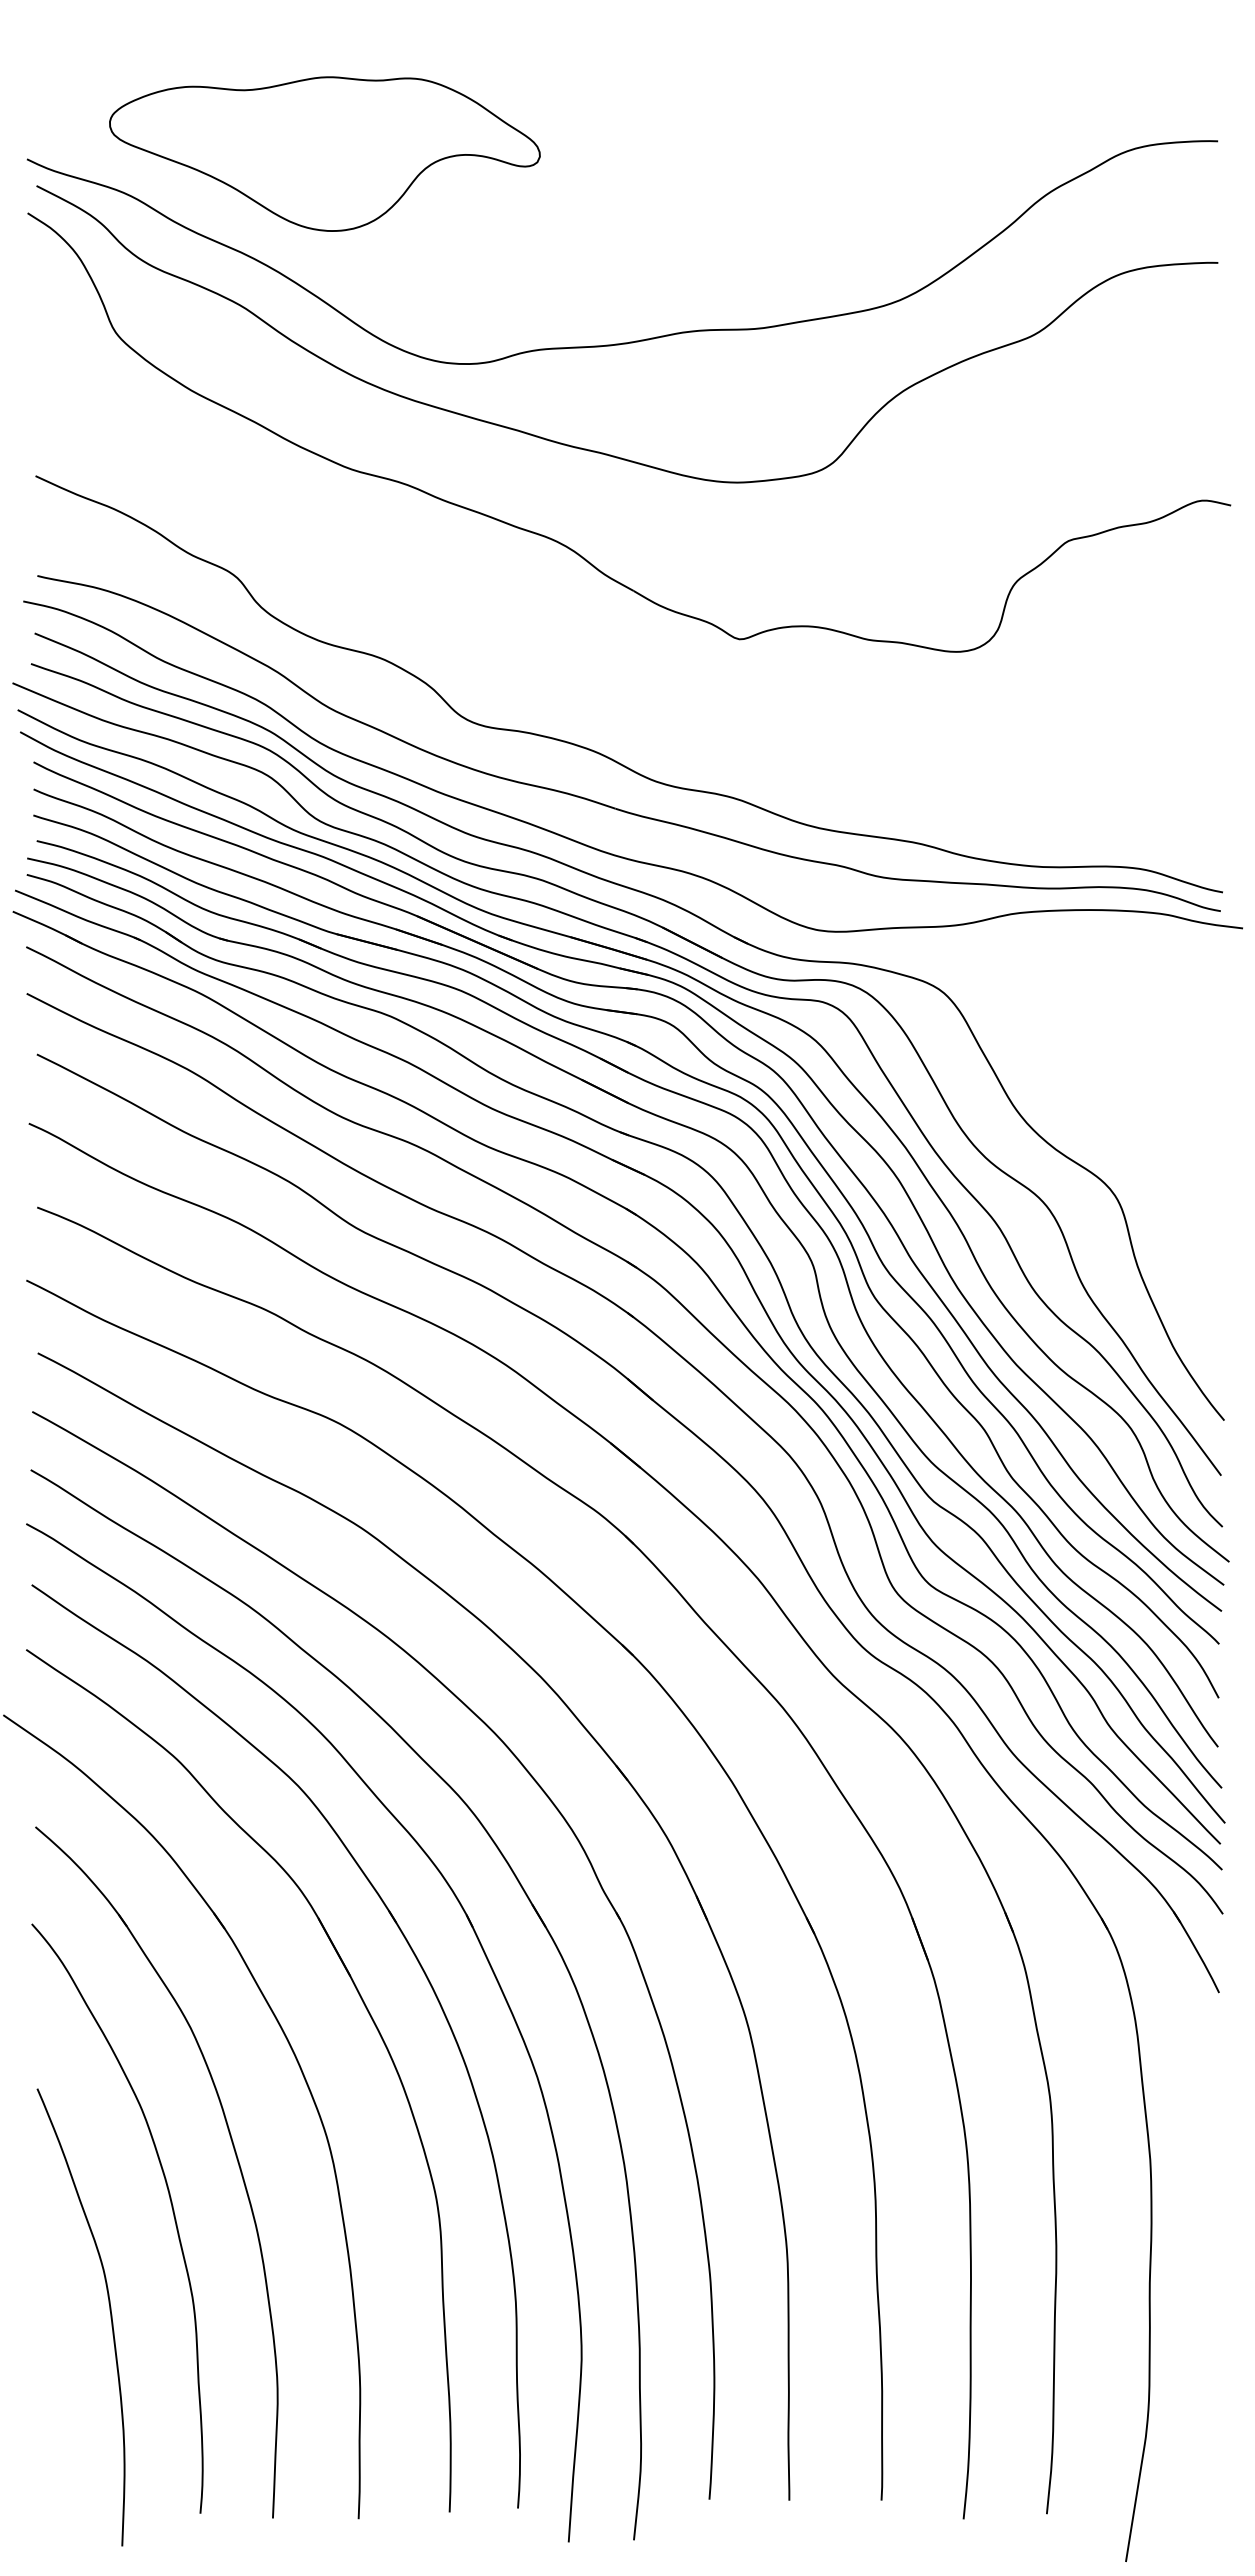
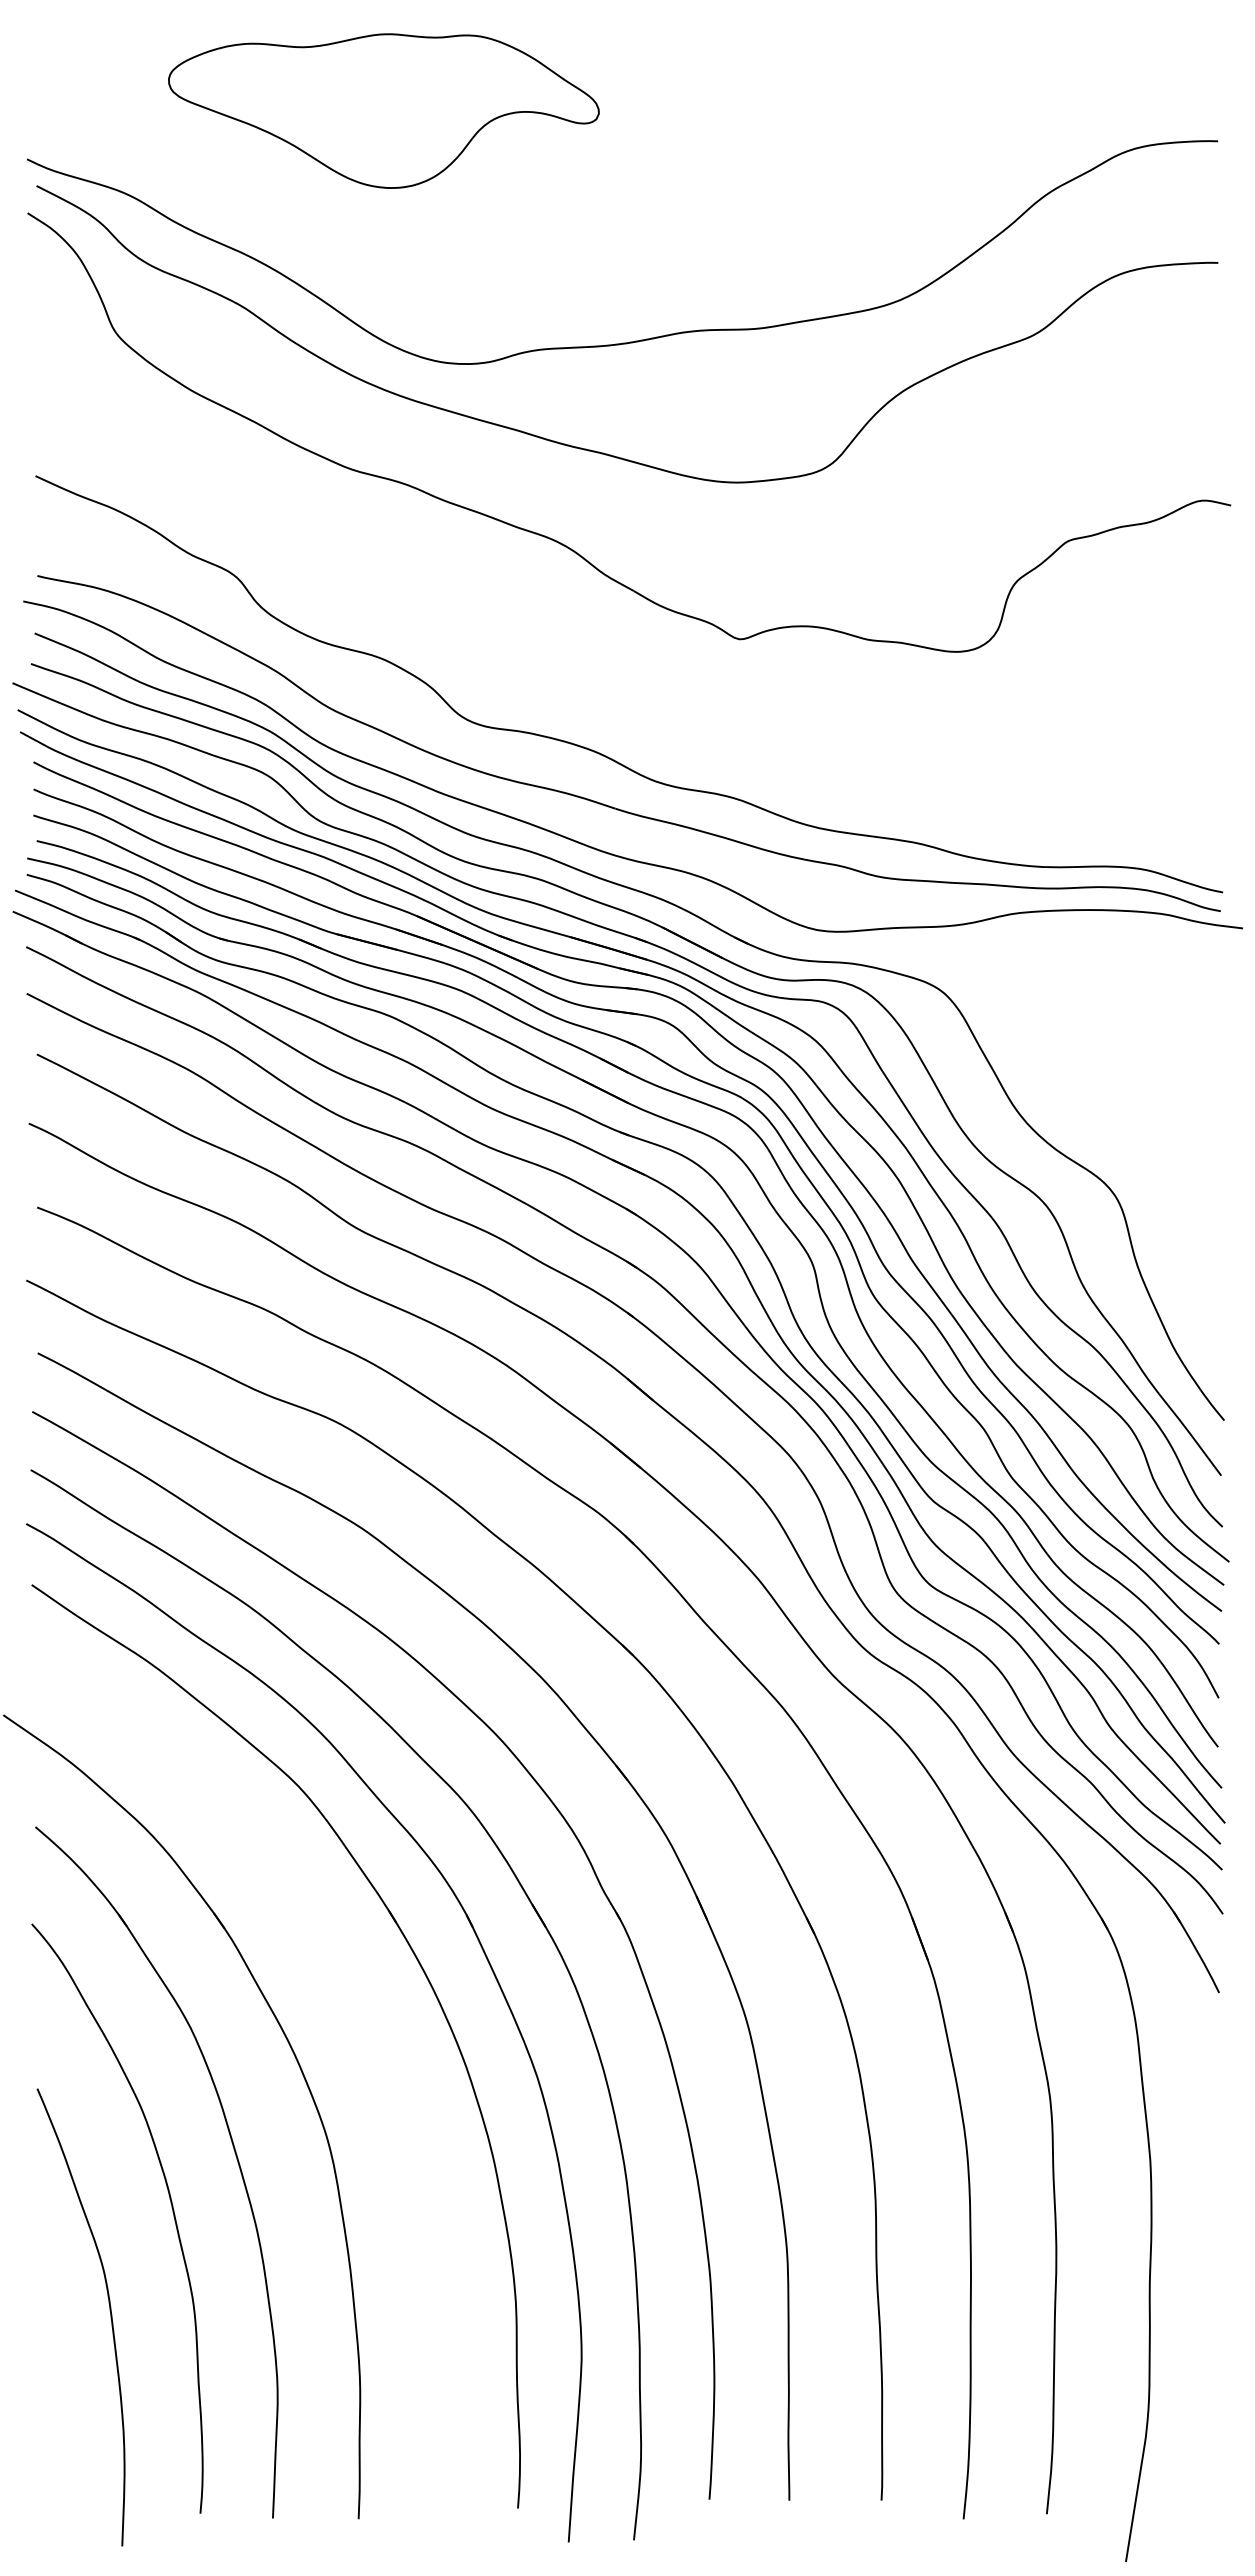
part at (324, 153) position: (324, 153) -> (383, 110)
part at (367, 2012): present -> none
